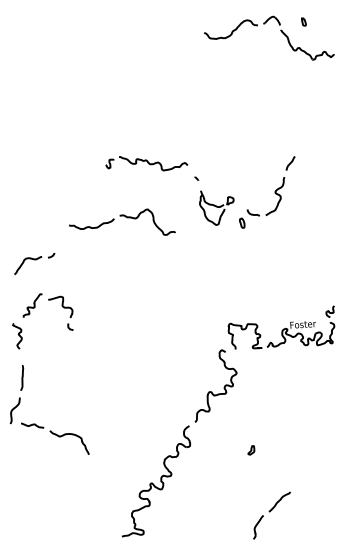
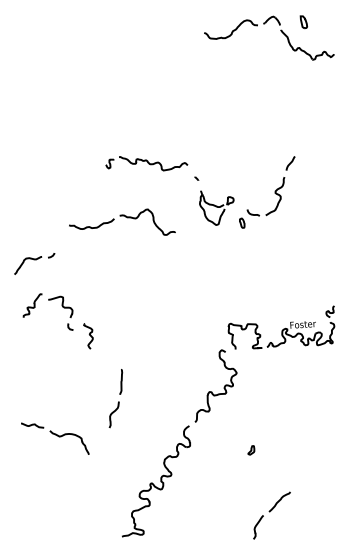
part at (303, 21) size: 6x10 px -> 10x15 px
part at (17, 336) position: (17, 336) -> (88, 336)
part at (16, 394) position: (16, 394) -> (115, 398)
